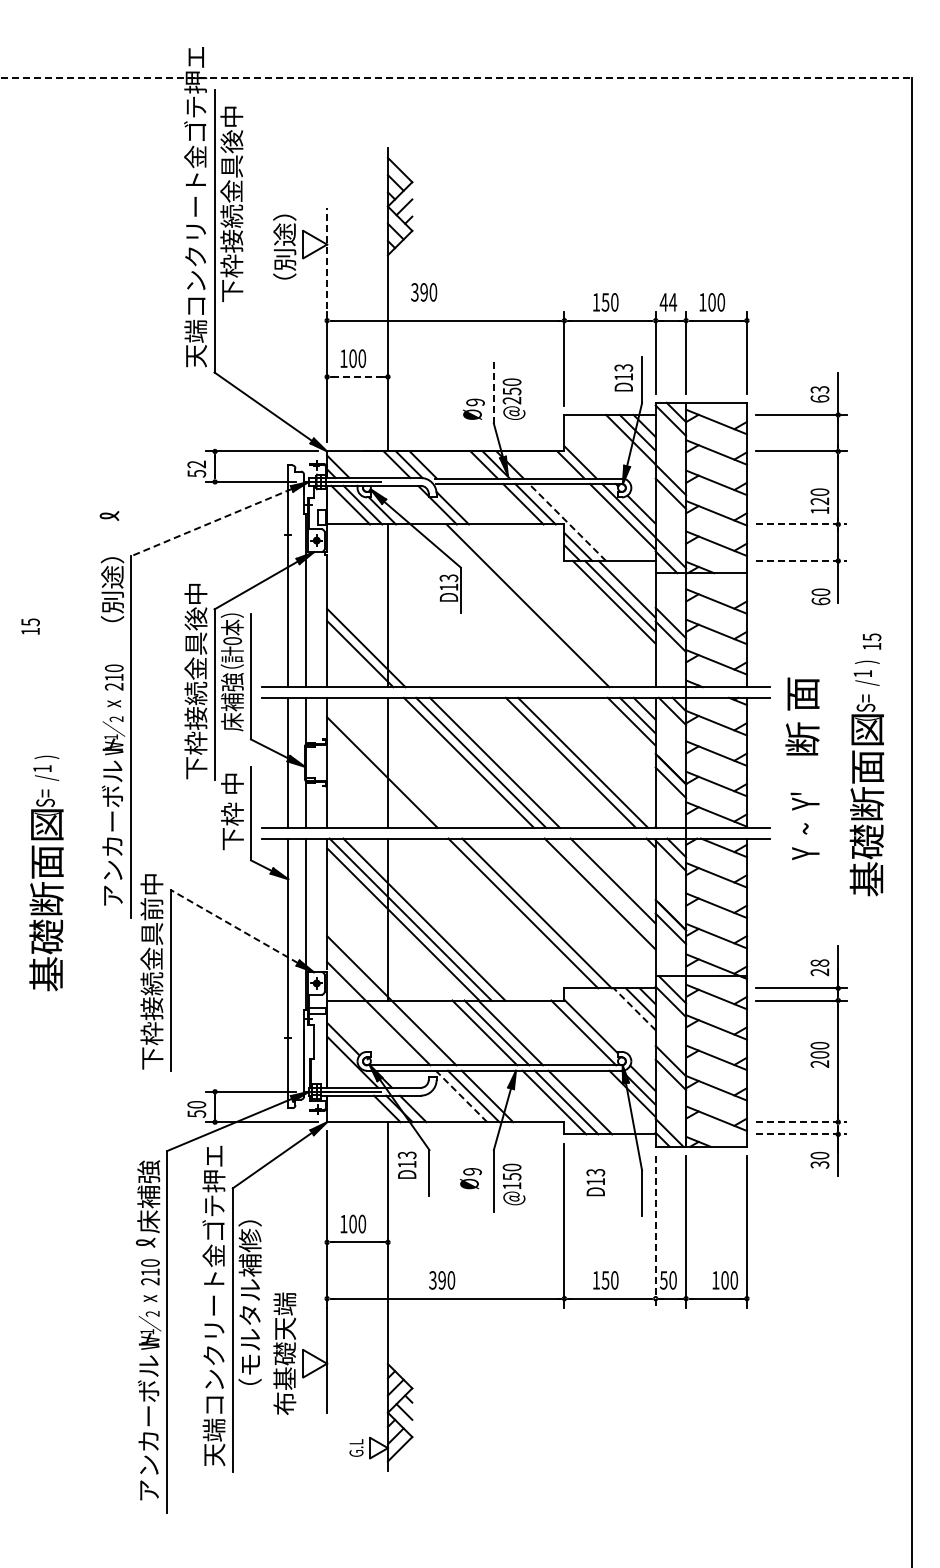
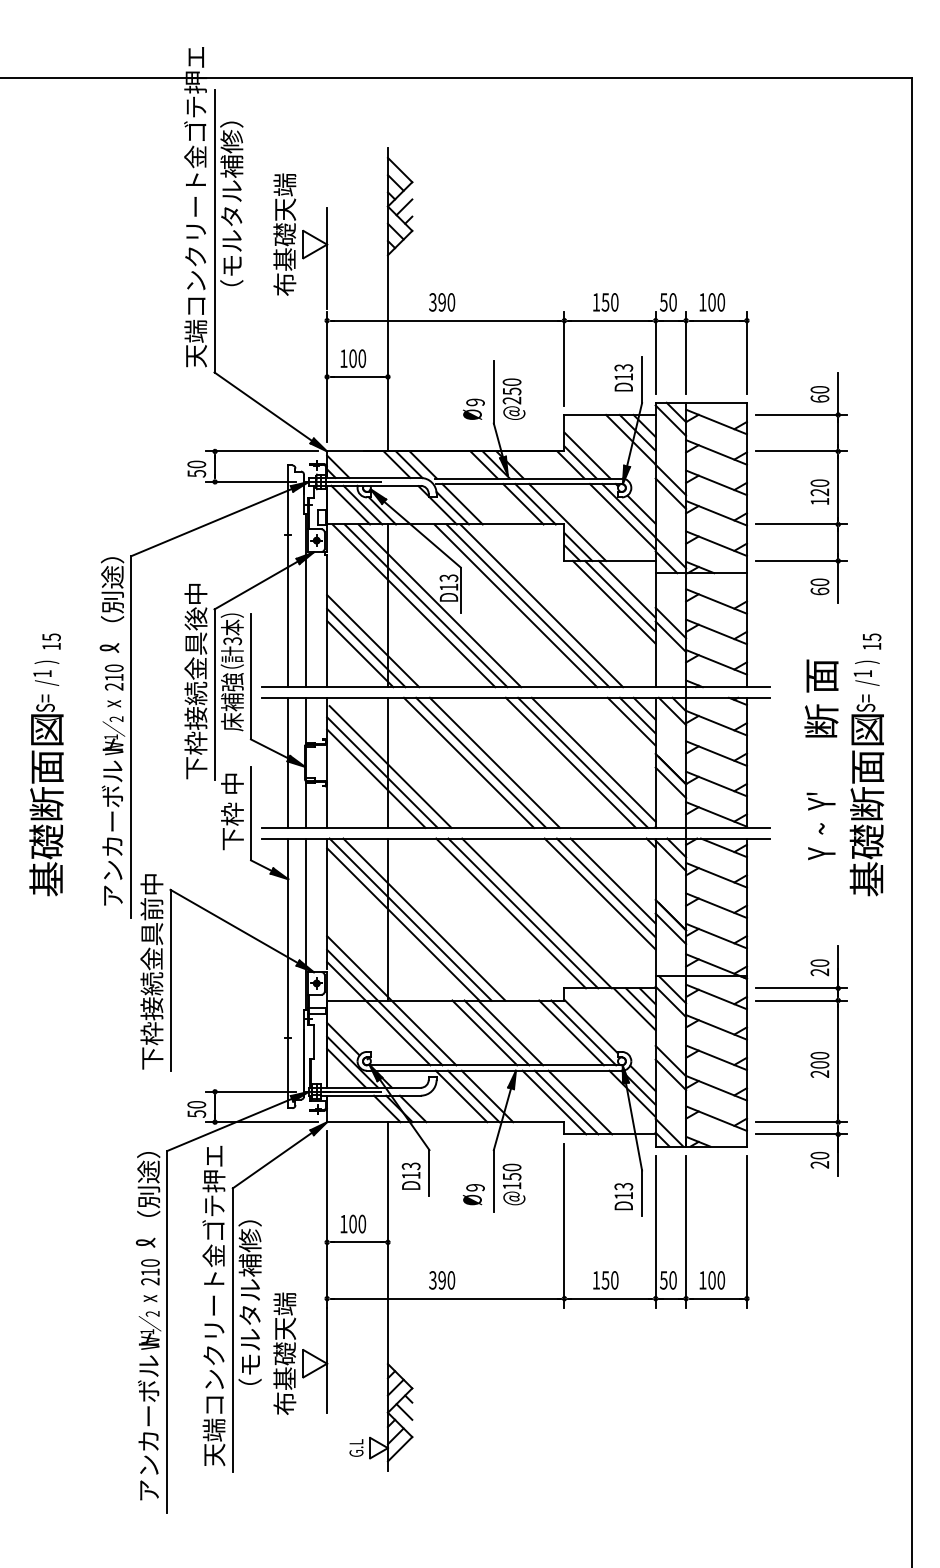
line at (456, 78): dashed -> solid
text at (231, 204): 下枠接続金具後中 -> （モルタル補修）
text at (284, 234): （別途） -> 布基礎天端
line at (327, 257): dashed -> solid
text at (424, 292) position: (424, 292) -> (442, 302)
text at (668, 302): 44 -> 50
line at (357, 376): dashed -> solid
text at (819, 389): 63 -> 60
line at (493, 391): dashed -> solid
line at (587, 455): none -> present
text at (196, 464): 52 -> 50
text at (819, 500) position: (819, 500) -> (819, 491)
line at (462, 504): none -> present
part at (109, 515) position: (109, 515) -> (109, 647)
line at (211, 522): dashed -> solid
line at (567, 522): dashed -> solid
line at (801, 524): dashed -> solid
line at (801, 560): dashed -> solid
text at (820, 596) position: (820, 596) -> (819, 586)
line at (413, 605): none -> present
line at (425, 605): none -> present
line at (439, 605): none -> present
line at (515, 605): none -> present
line at (541, 605): none -> present
text at (30, 626) position: (30, 626) -> (51, 641)
text at (232, 641): 0 -> 3
line at (373, 641): none -> present
text at (802, 716) position: (802, 716) -> (821, 698)
line at (593, 759): none -> present
line at (390, 766): none -> present
line at (376, 778): none -> present
text at (804, 826) position: (804, 826) -> (820, 826)
text at (46, 873) position: (46, 873) -> (46, 778)
line at (605, 887): none -> present
line at (511, 913): none -> present
line at (234, 926): dashed -> solid
text at (819, 962): 28 -> 20
line at (384, 1007): none -> present
line at (634, 1009): dashed -> solid
line at (571, 1032): none -> present
text at (819, 1054) position: (819, 1054) -> (819, 1064)
line at (346, 1067): none -> present
line at (461, 1096): dashed -> solid
line at (801, 1122): dashed -> solid
line at (801, 1134): dashed -> solid
text at (406, 1164) position: (406, 1164) -> (410, 1175)
text at (820, 1164): 30 -> 20
text at (470, 1178) position: (470, 1178) -> (473, 1194)
text at (595, 1182) position: (595, 1182) -> (623, 1196)
text at (148, 1192): 床補強 -> （別途）
line at (655, 1232): dashed -> solid
text at (724, 1280) position: (724, 1280) -> (711, 1280)
